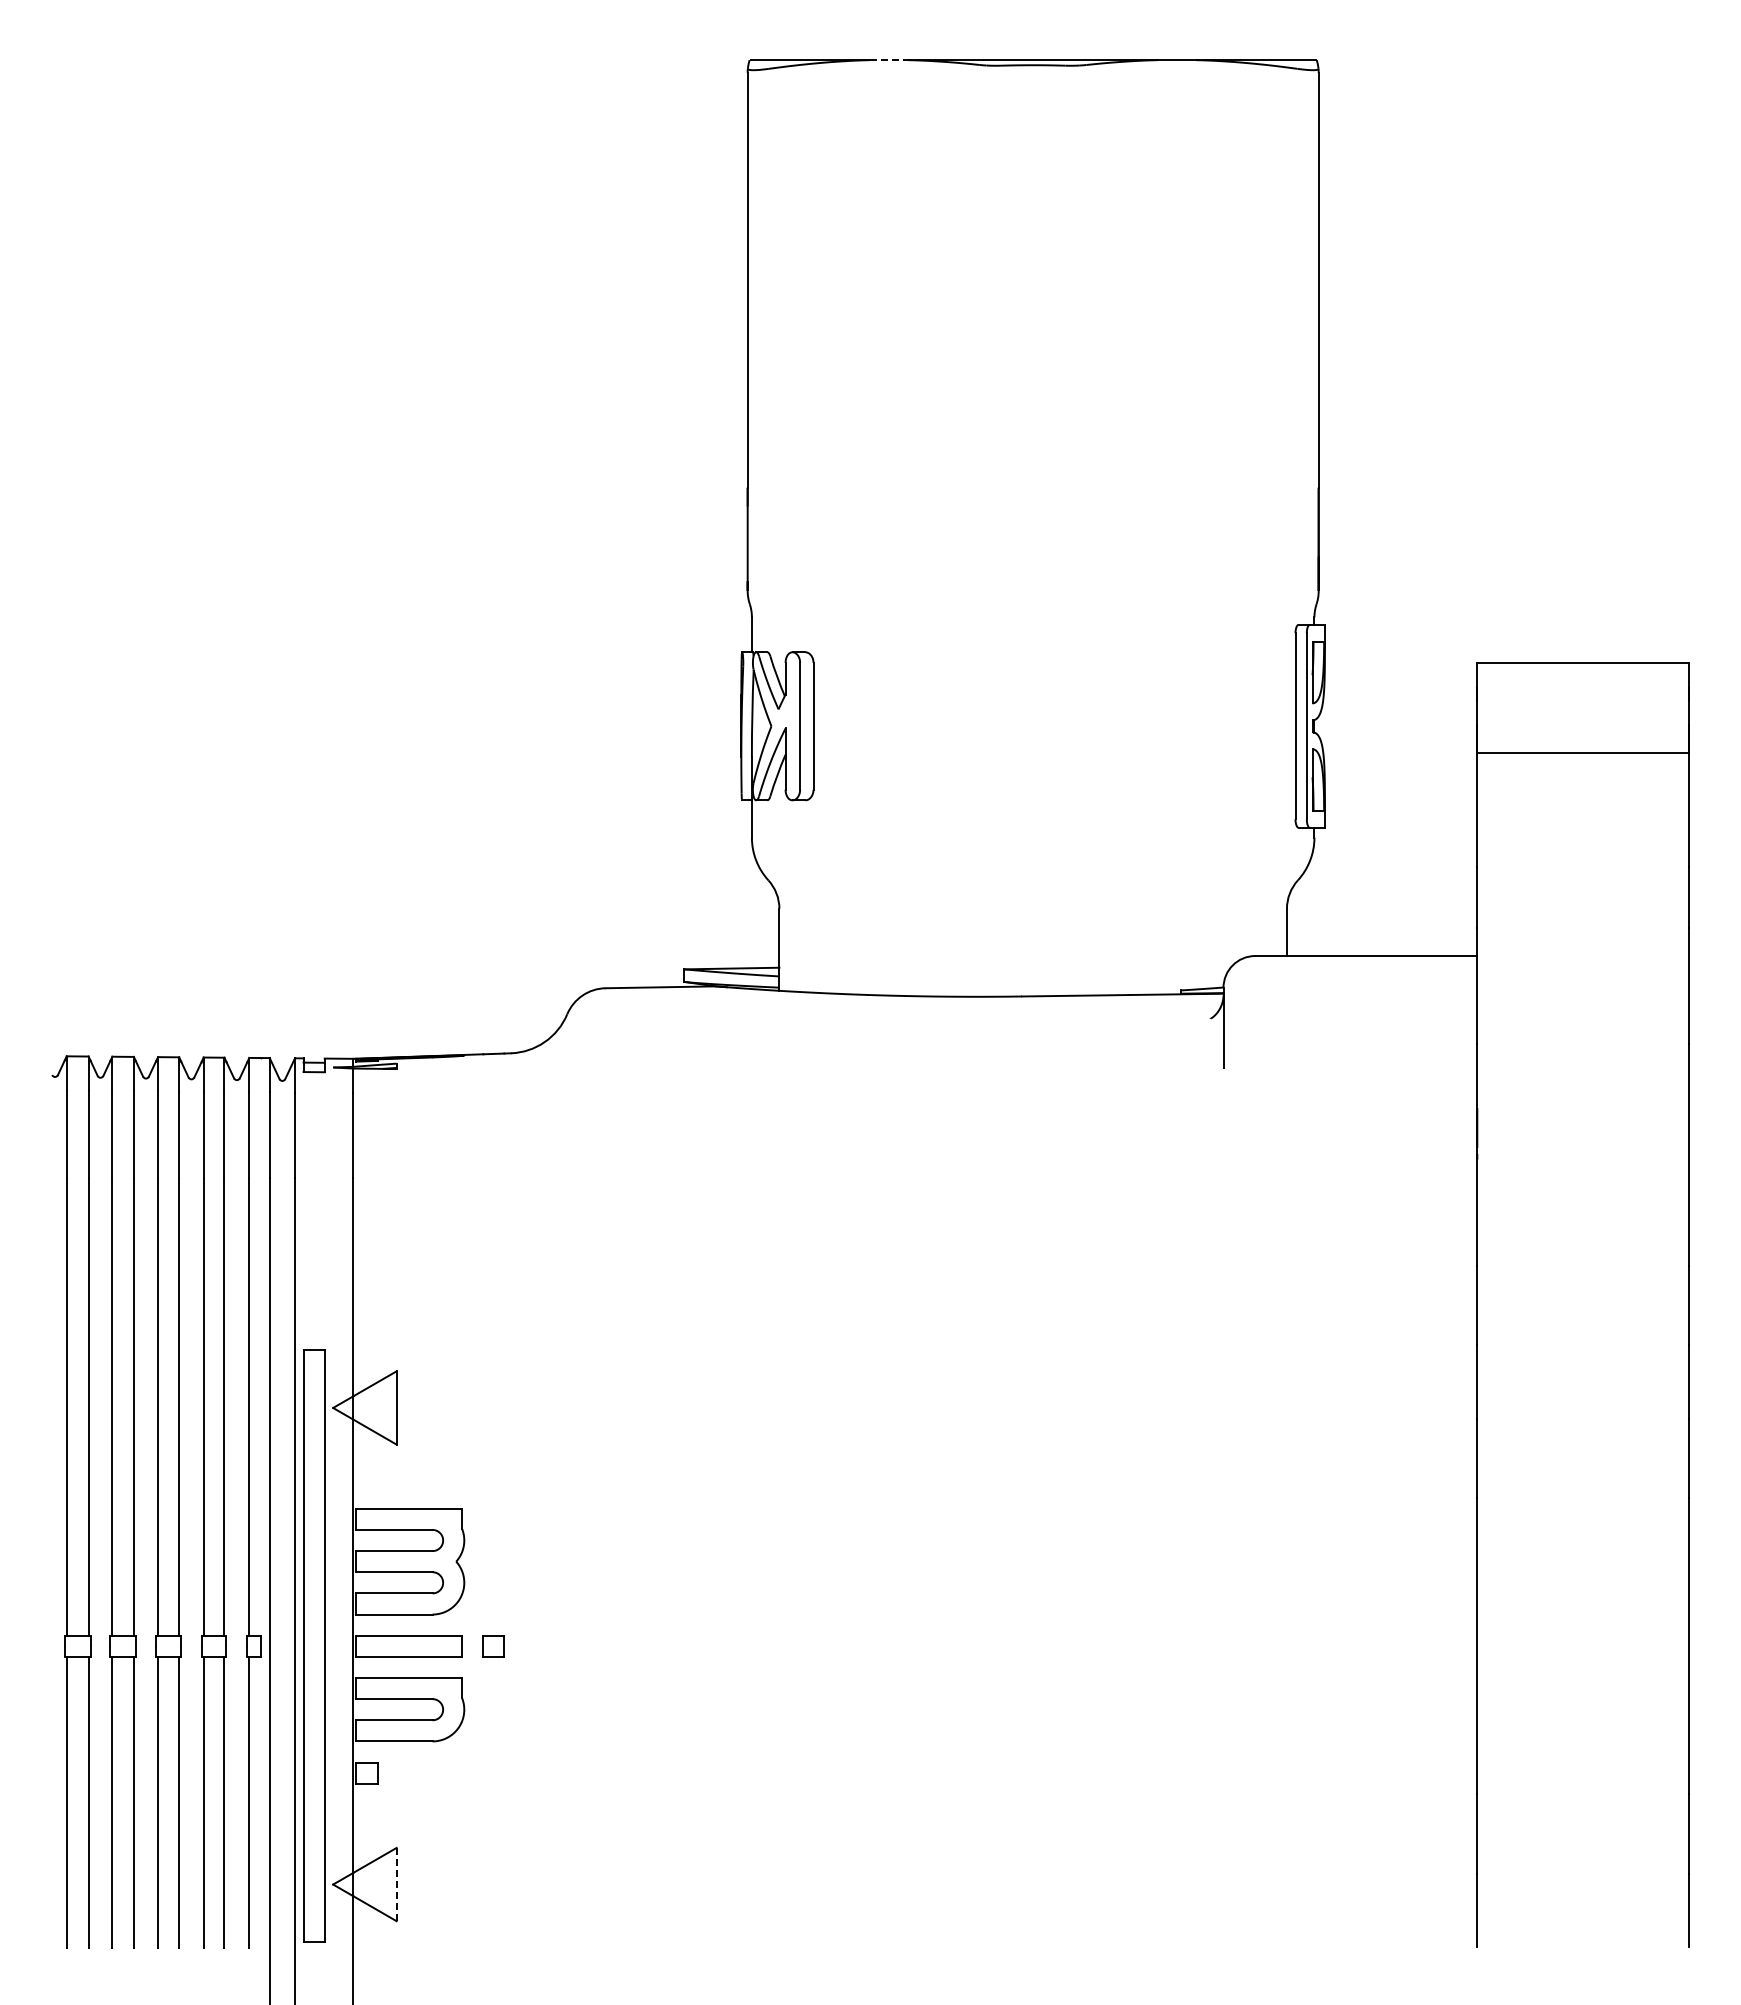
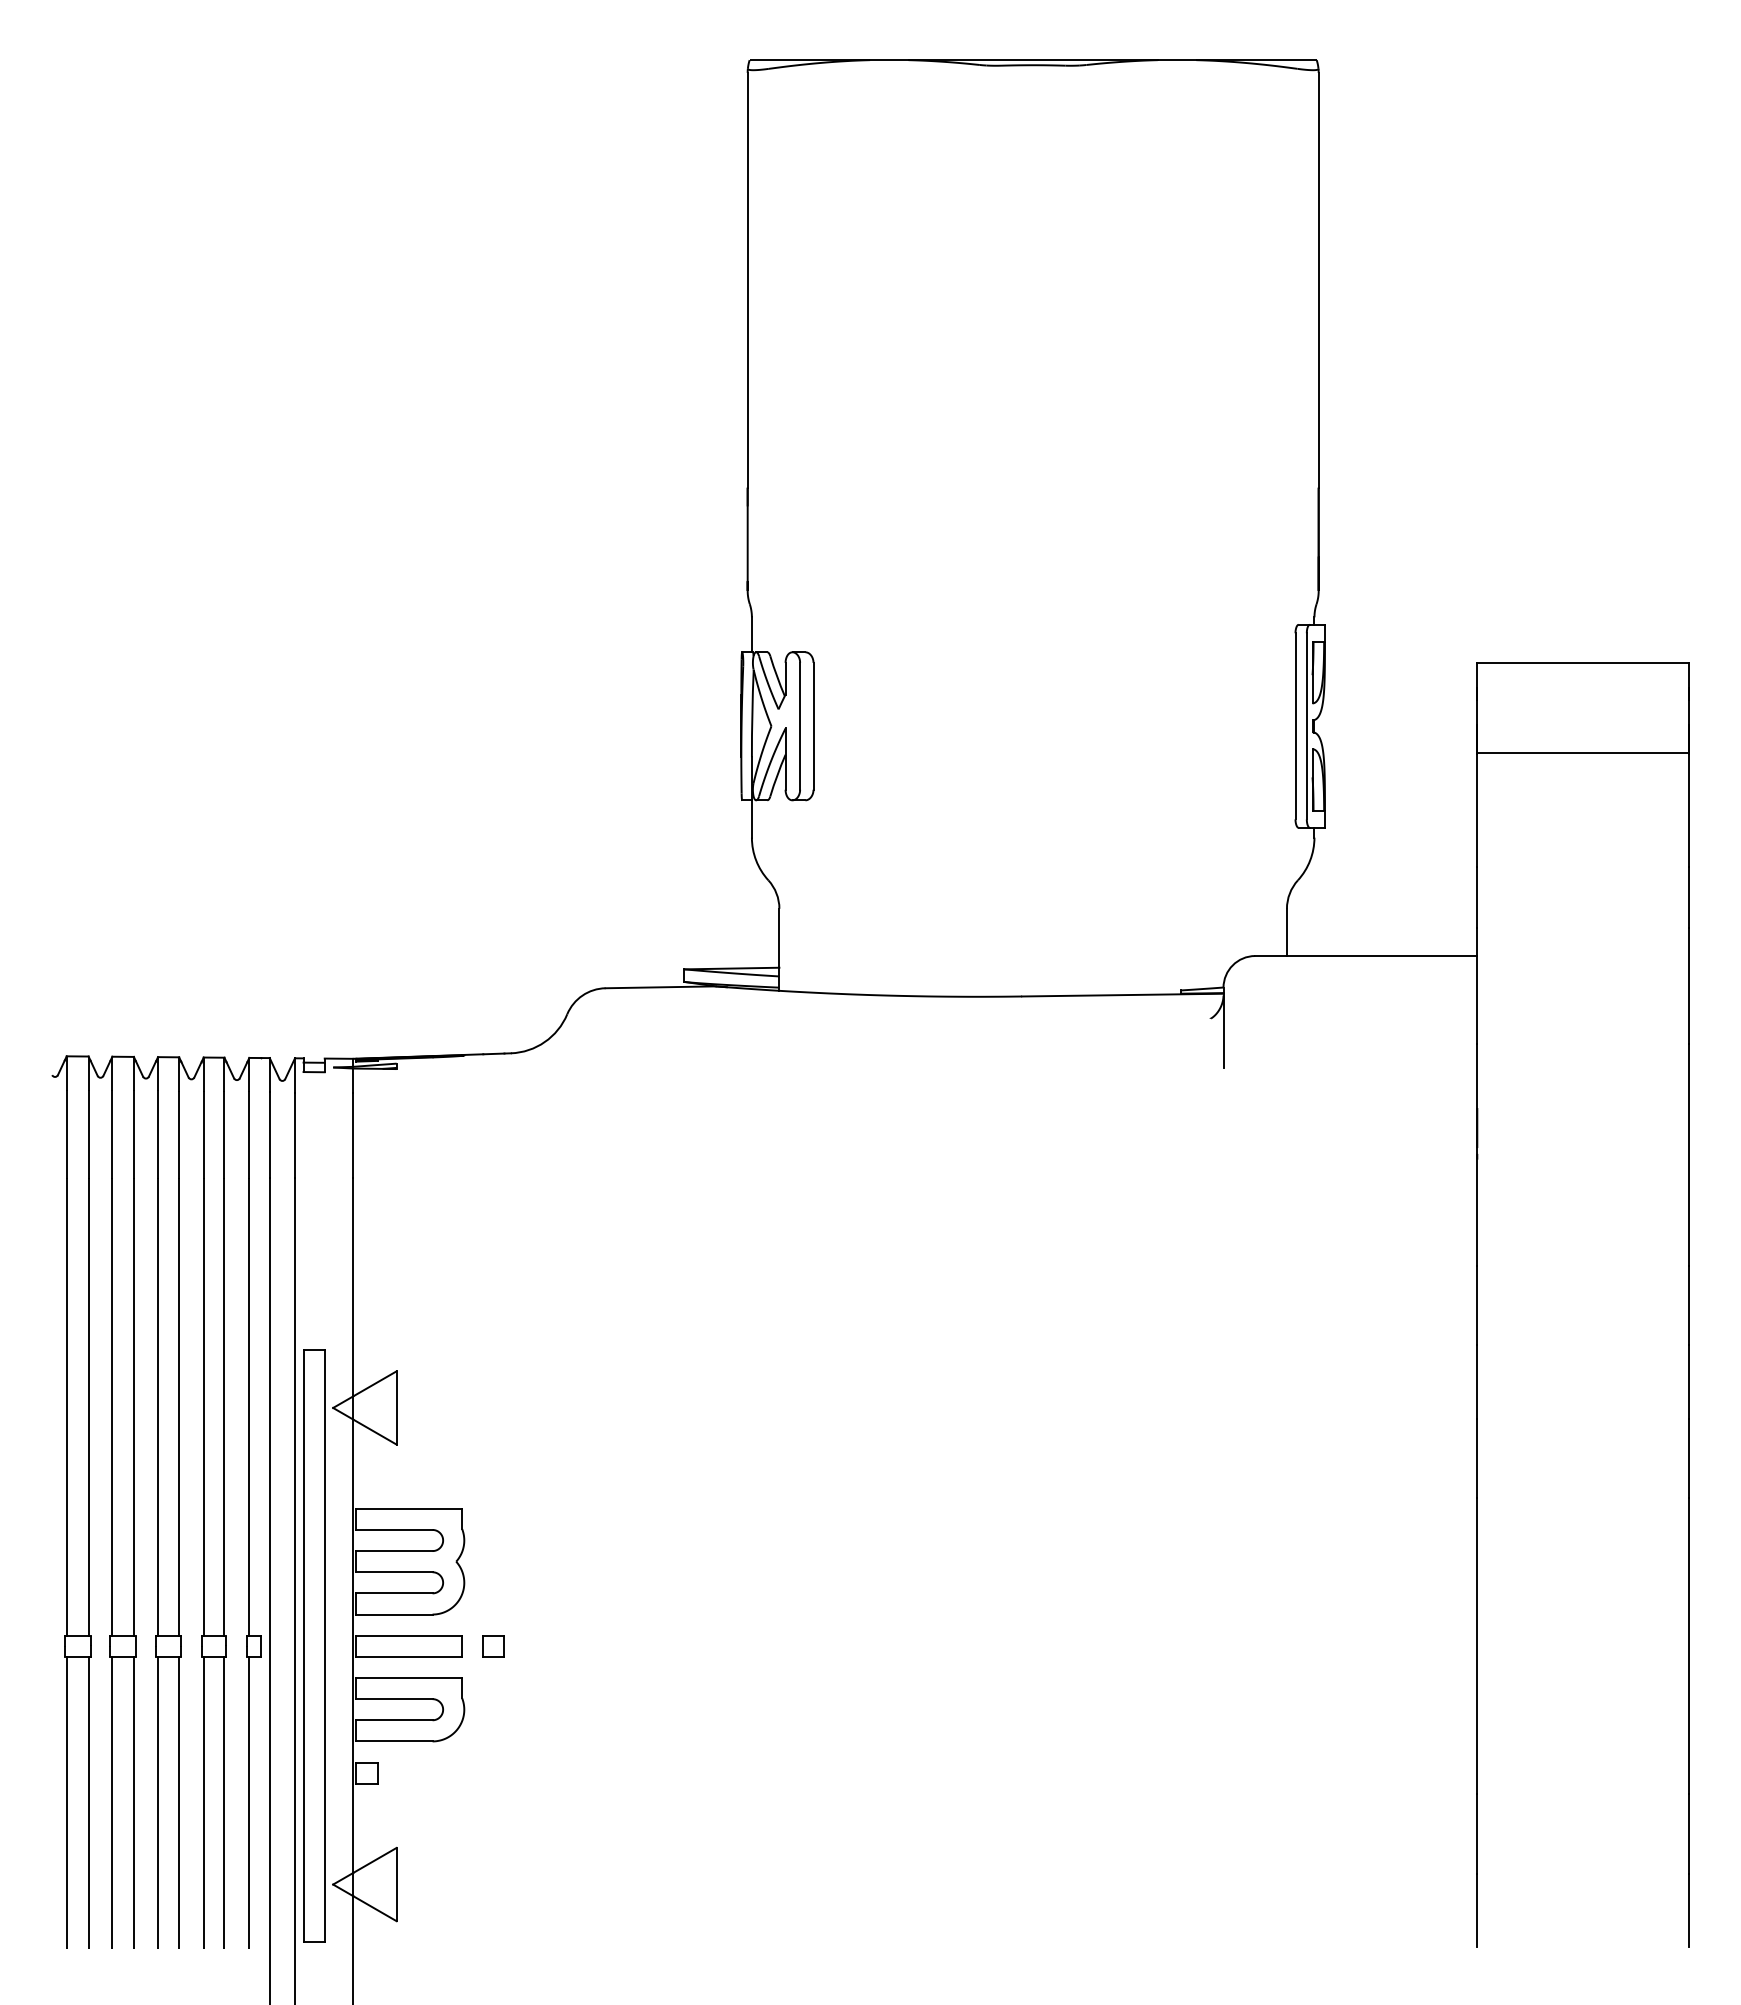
line at (889, 60): dashed -> solid
line at (396, 1884): dashed -> solid
